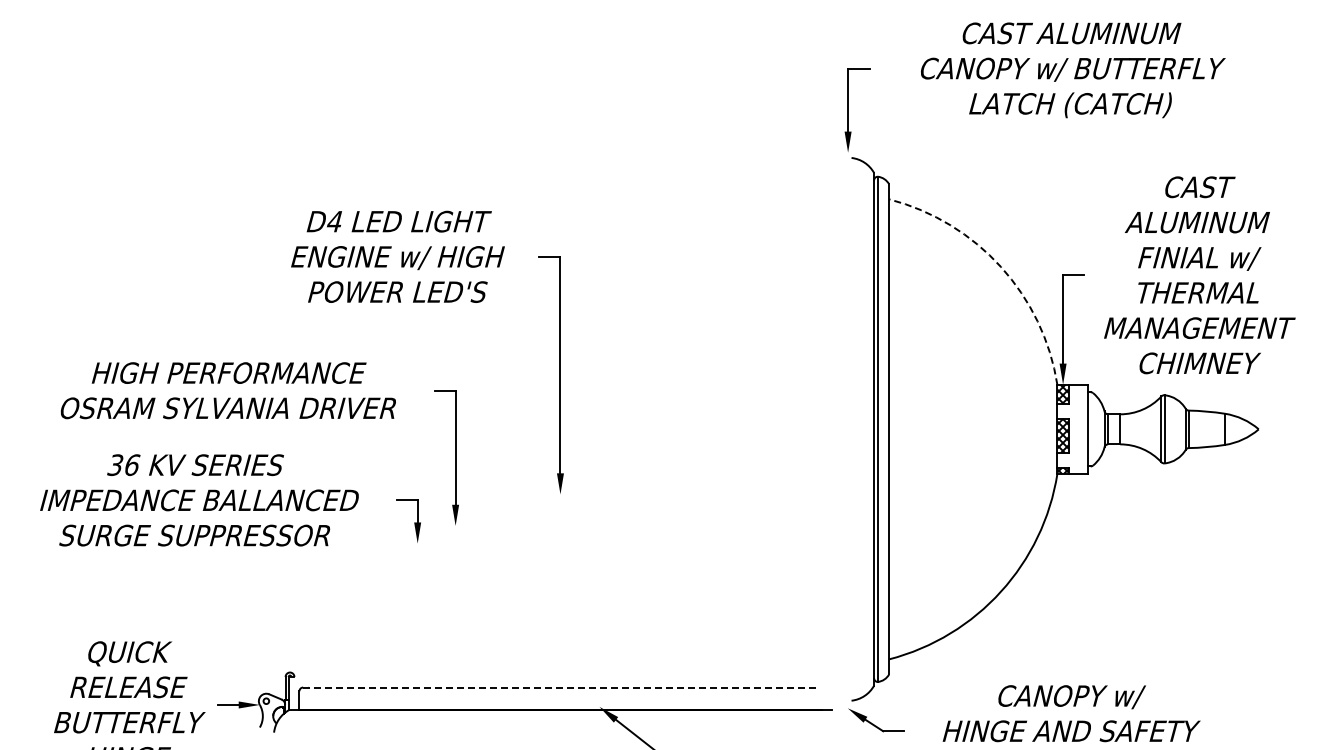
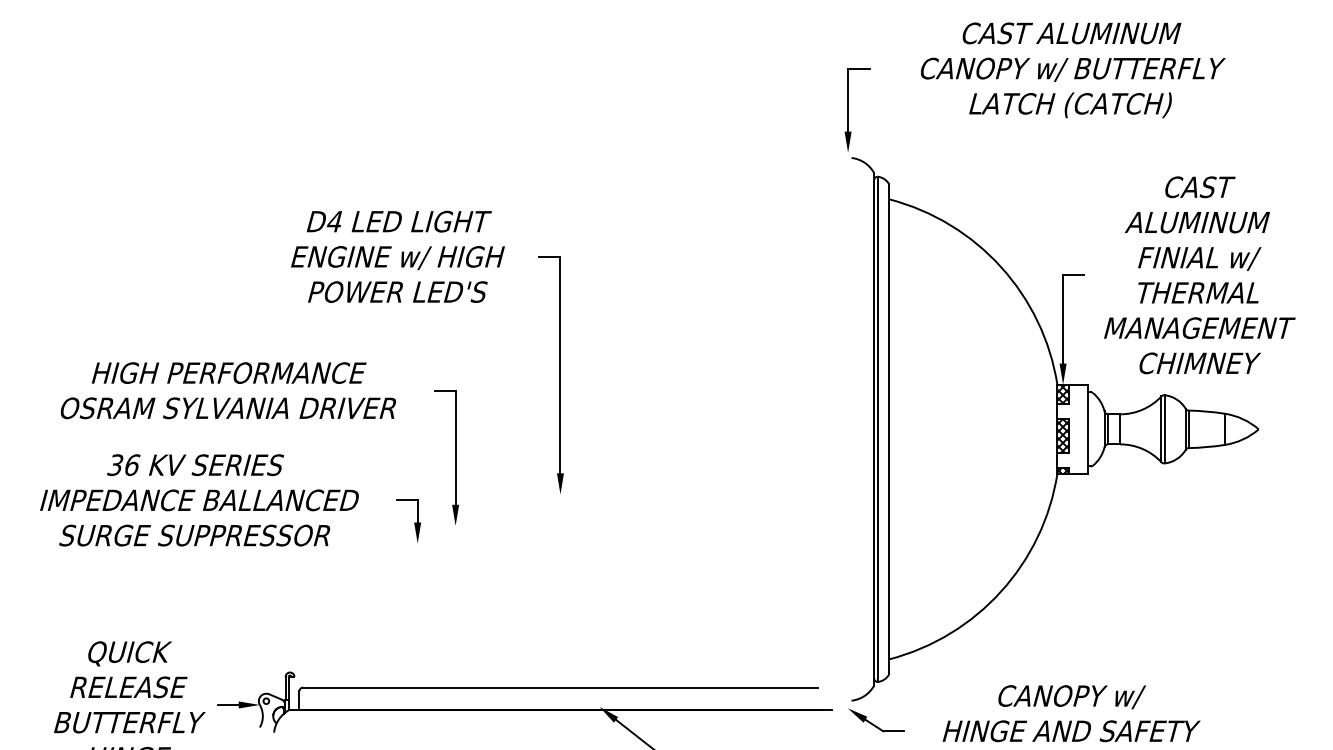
arc at (1001, 267): dashed -> solid
line at (560, 687): dashed -> solid
